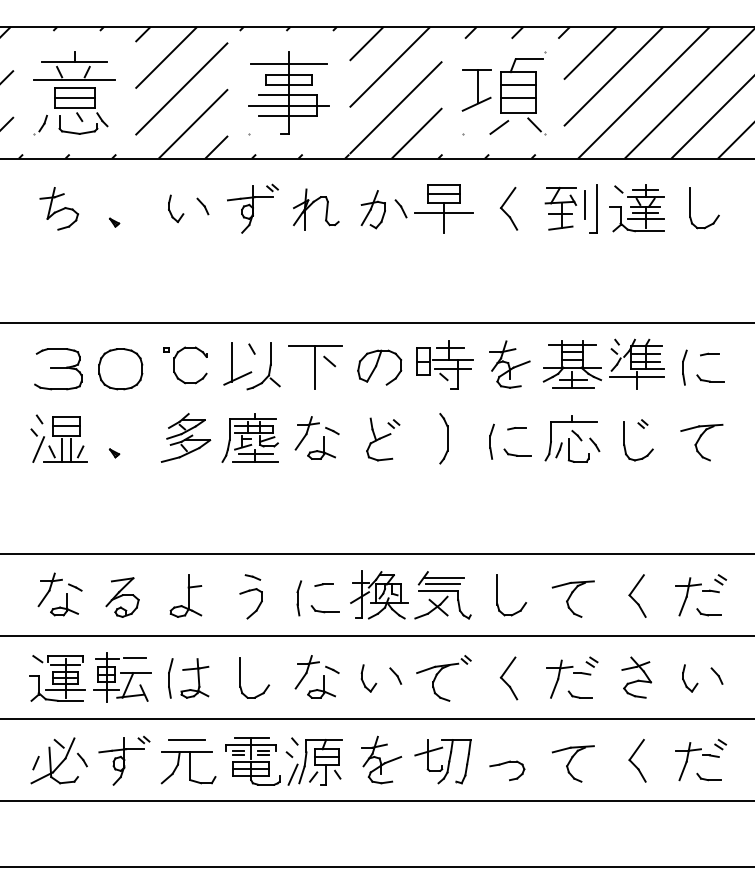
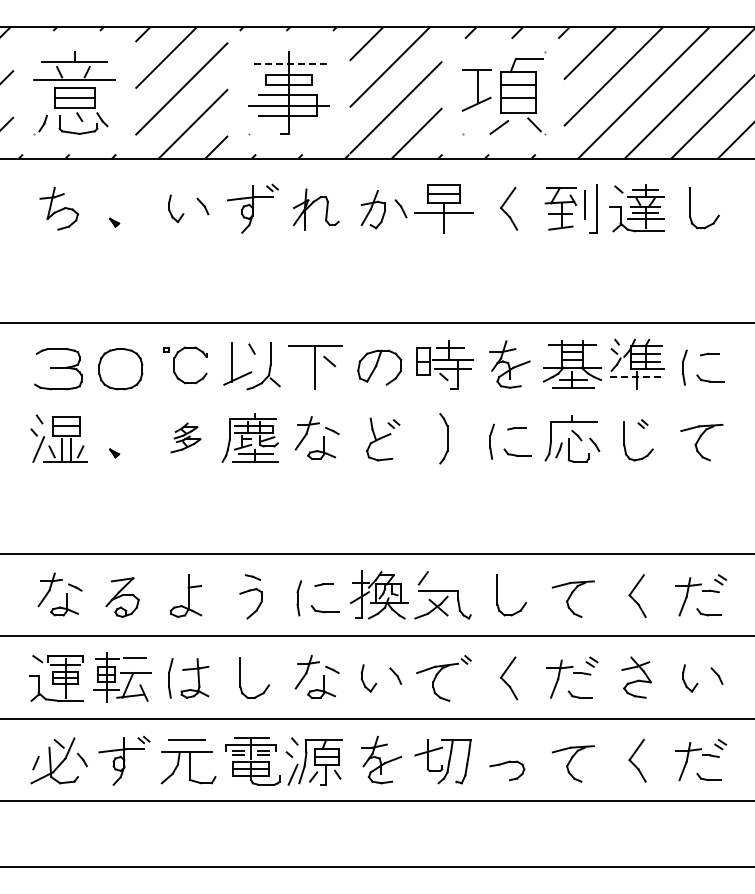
line at (288, 64): solid -> dashed
line at (636, 376): solid -> dashed
part at (185, 437) size: 52x50 px -> 32x32 px
line at (443, 578): present -> none
line at (443, 584): present -> none
line at (65, 690): present -> none
